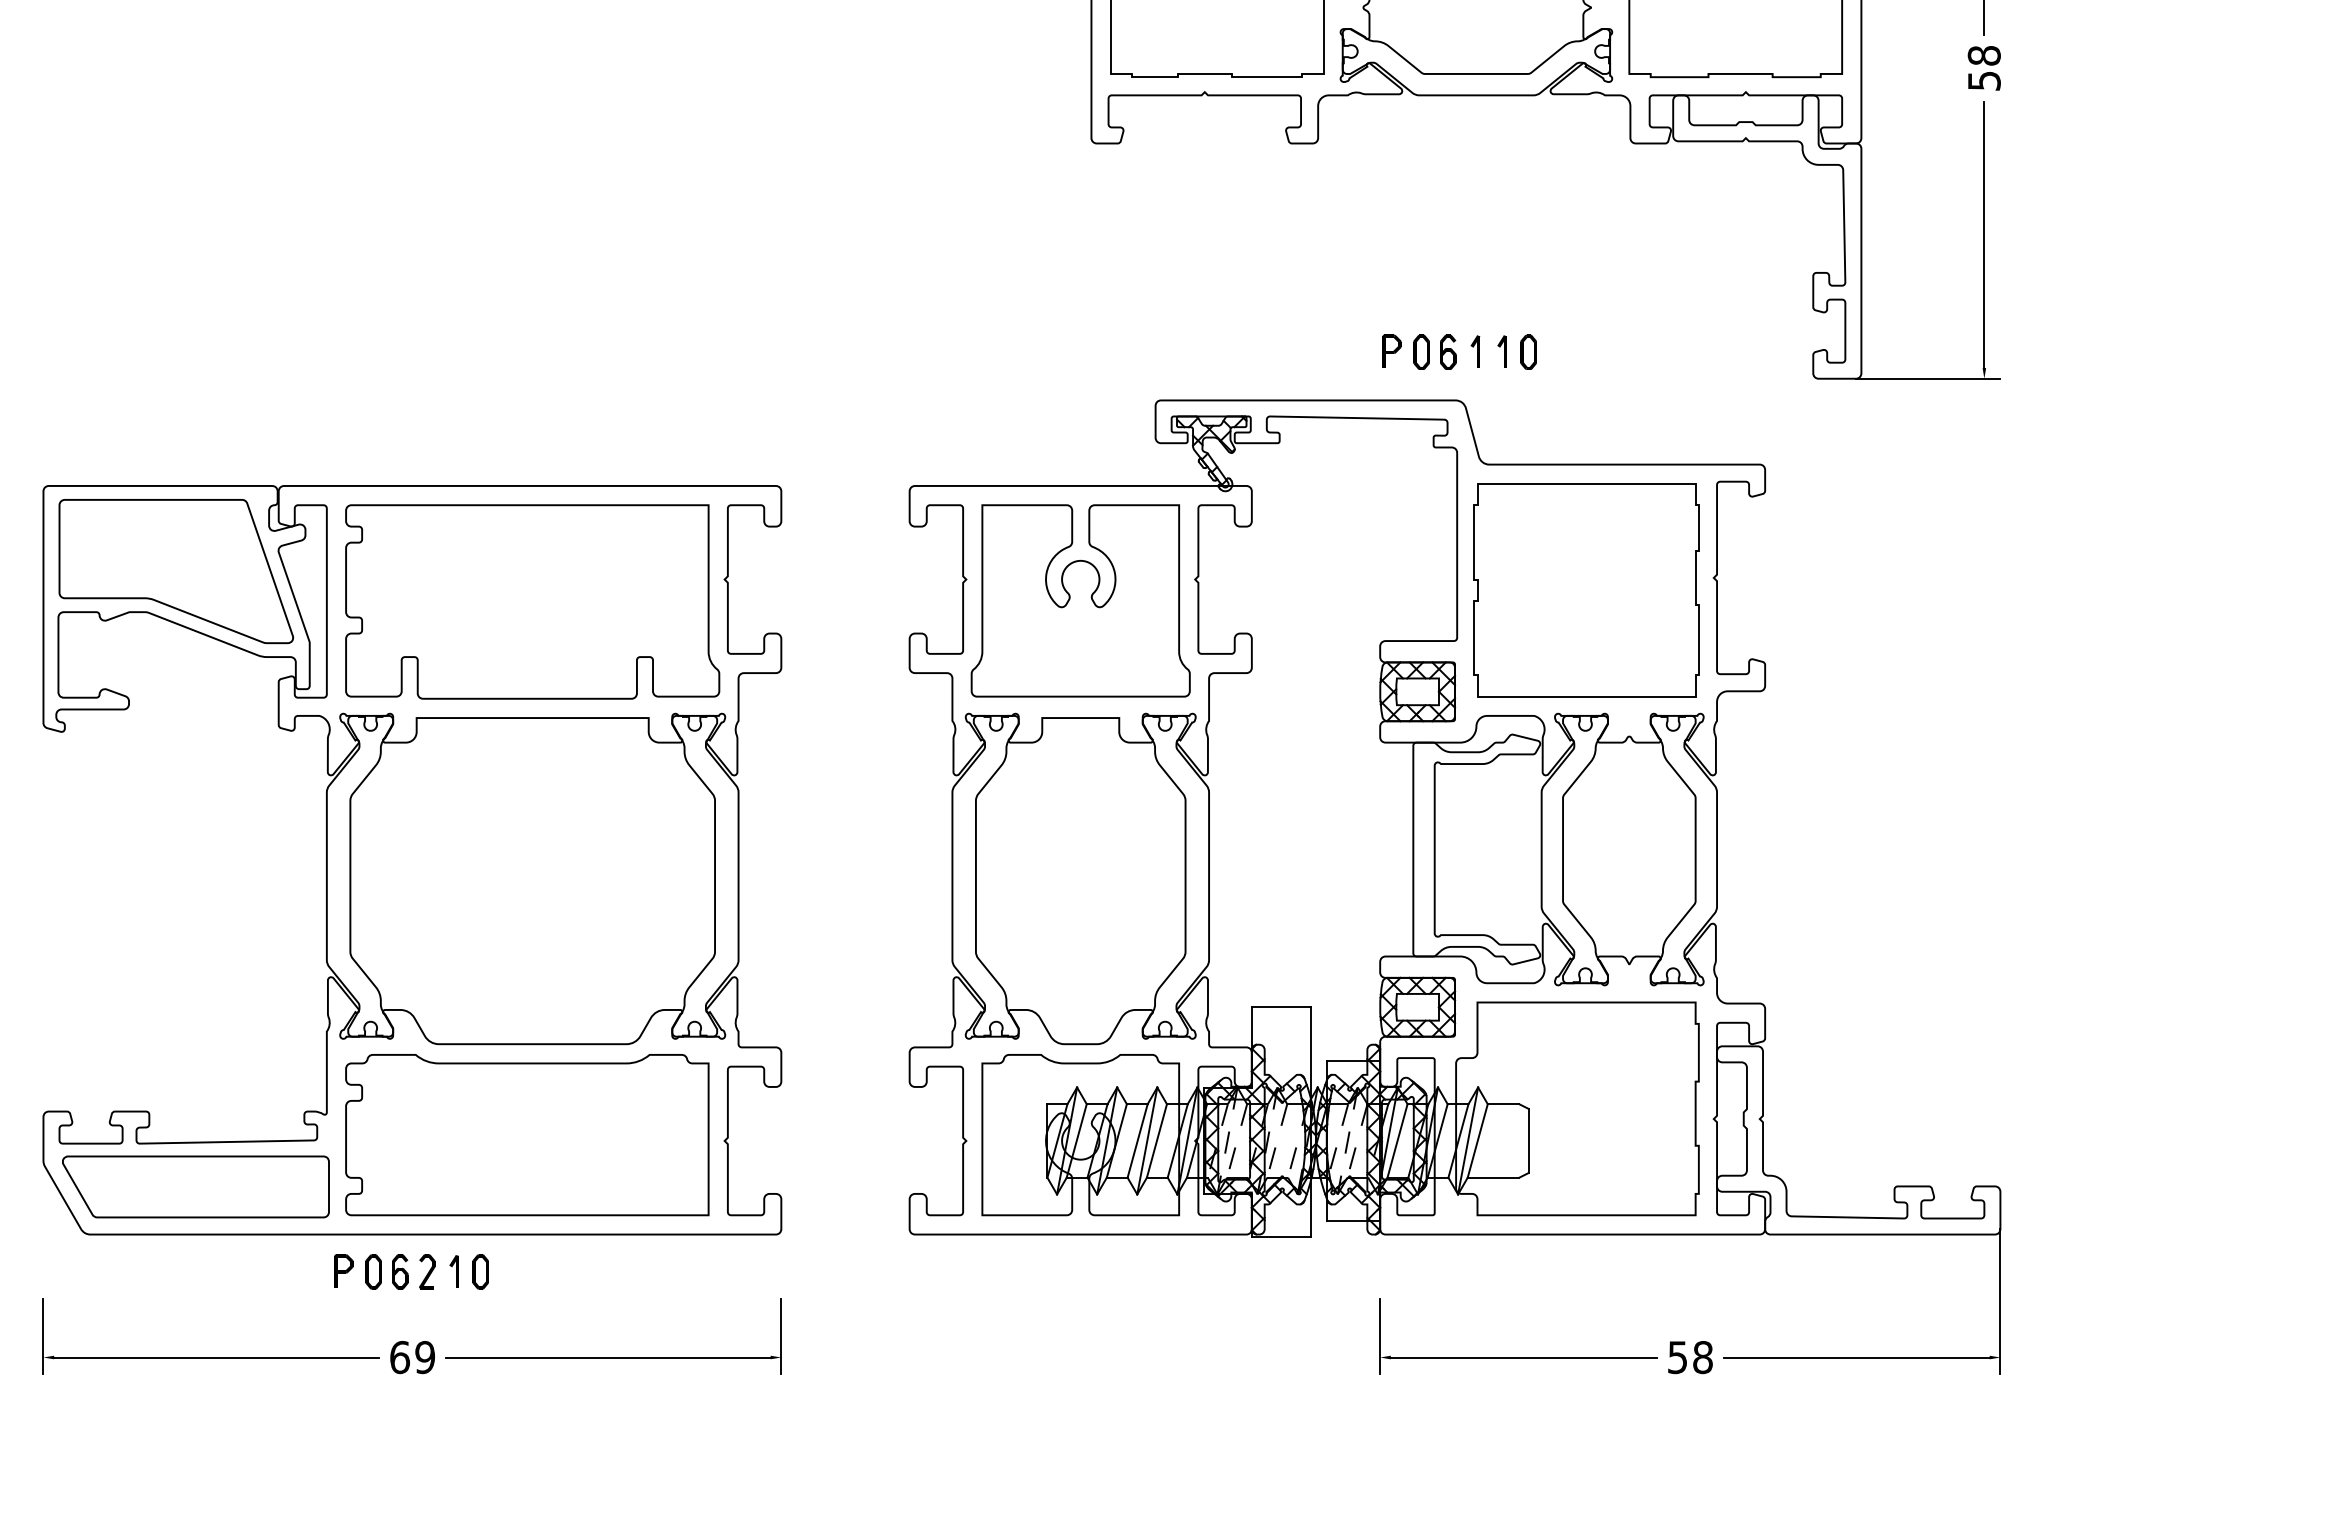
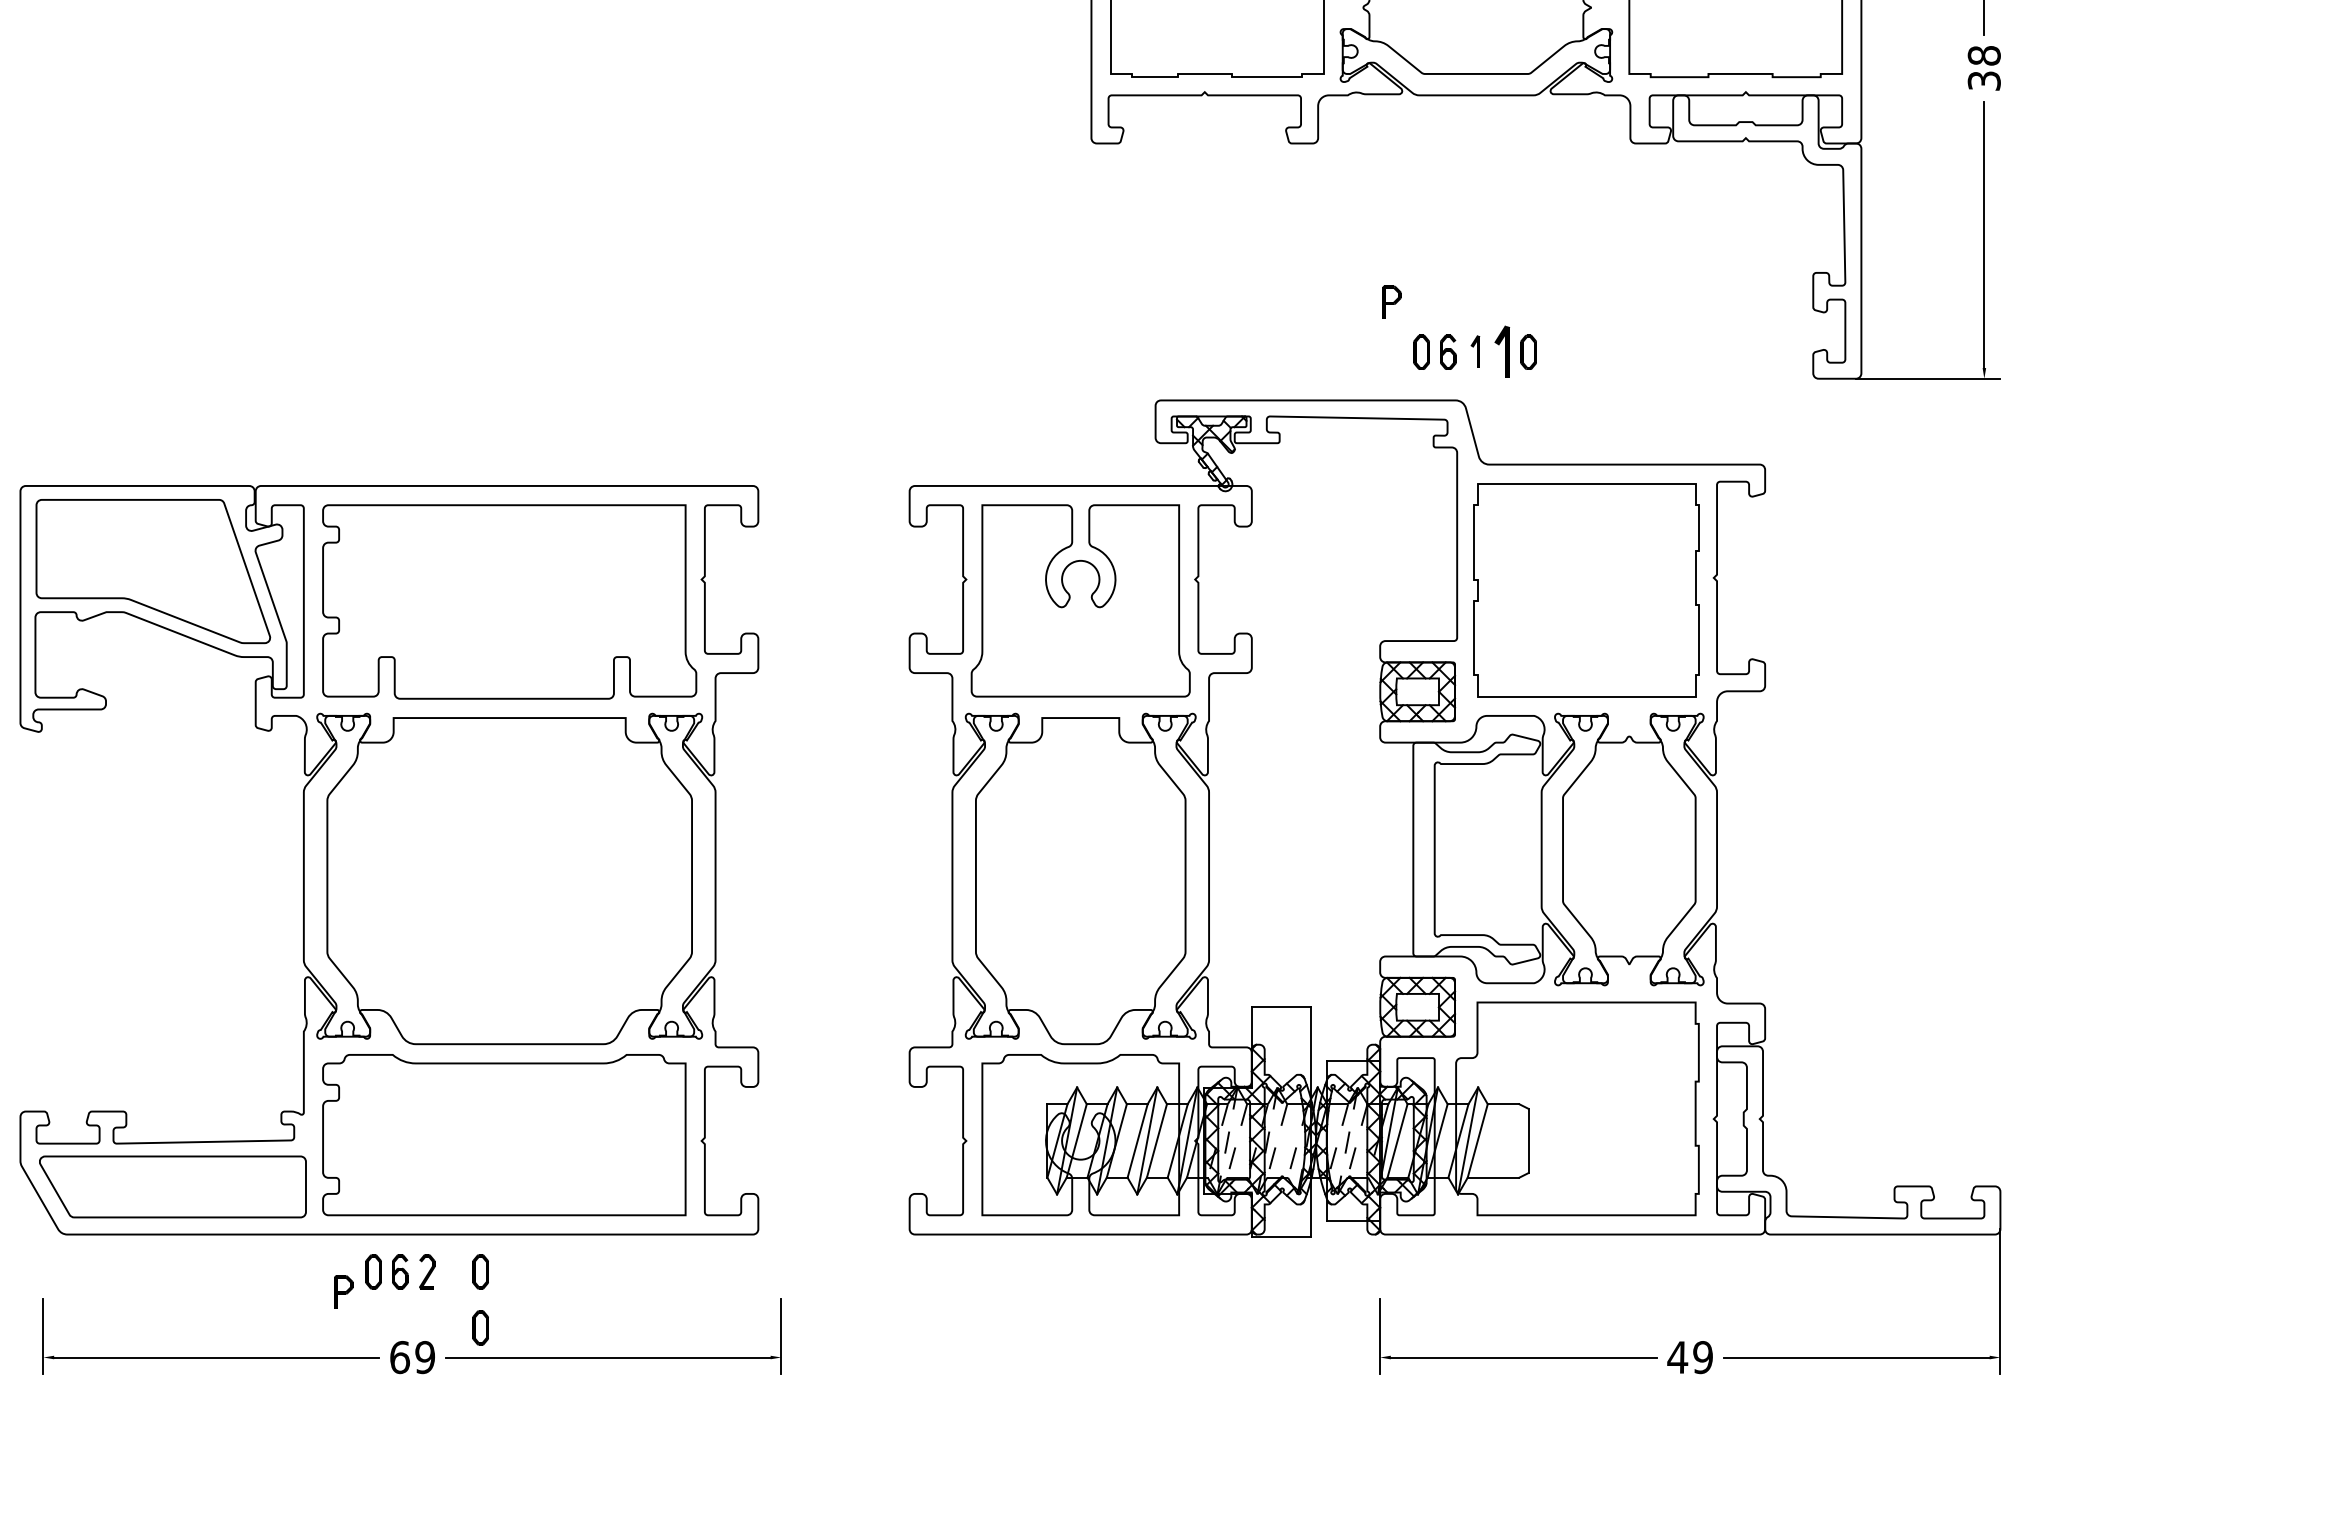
text at (1983, 80): 58 -> 38
part at (1391, 350) position: (1391, 350) -> (1391, 301)
part at (1501, 351) size: 10x33 px -> 16x53 px
part at (412, 860) position: (412, 860) -> (389, 860)
part at (343, 1270) position: (343, 1270) -> (343, 1291)
part at (453, 1271): present -> none
part at (480, 1327): none -> present
text at (1689, 1357): 58 -> 49
